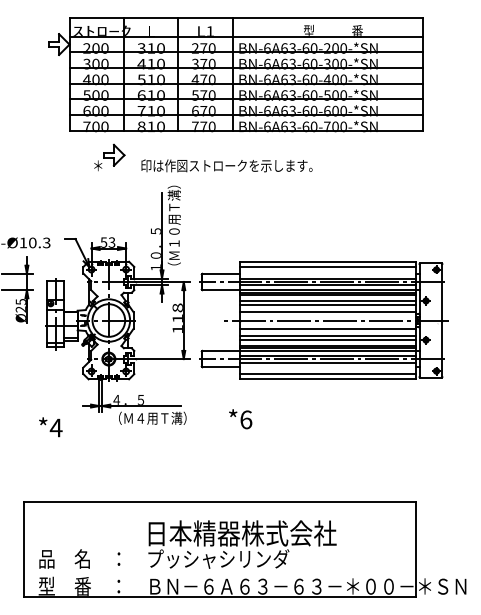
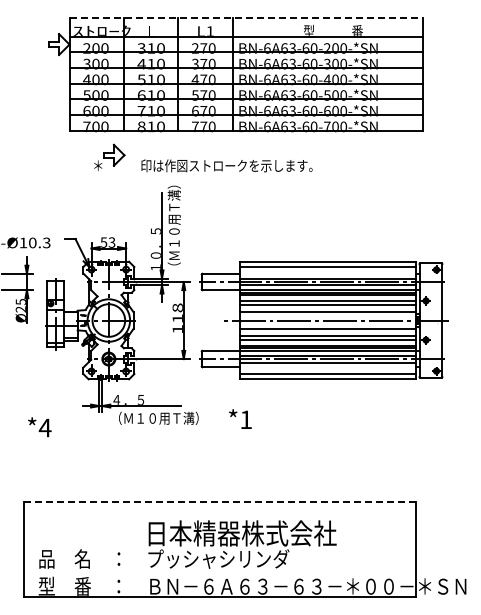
line at (246, 18): solid -> dashed
text at (167, 417): （Ｍ４用Ｔ溝） -> （Ｍ１０用Ｔ溝）
text at (246, 419): *6 -> *1
text at (50, 427) position: (50, 427) -> (39, 427)
line at (219, 502): solid -> dashed
